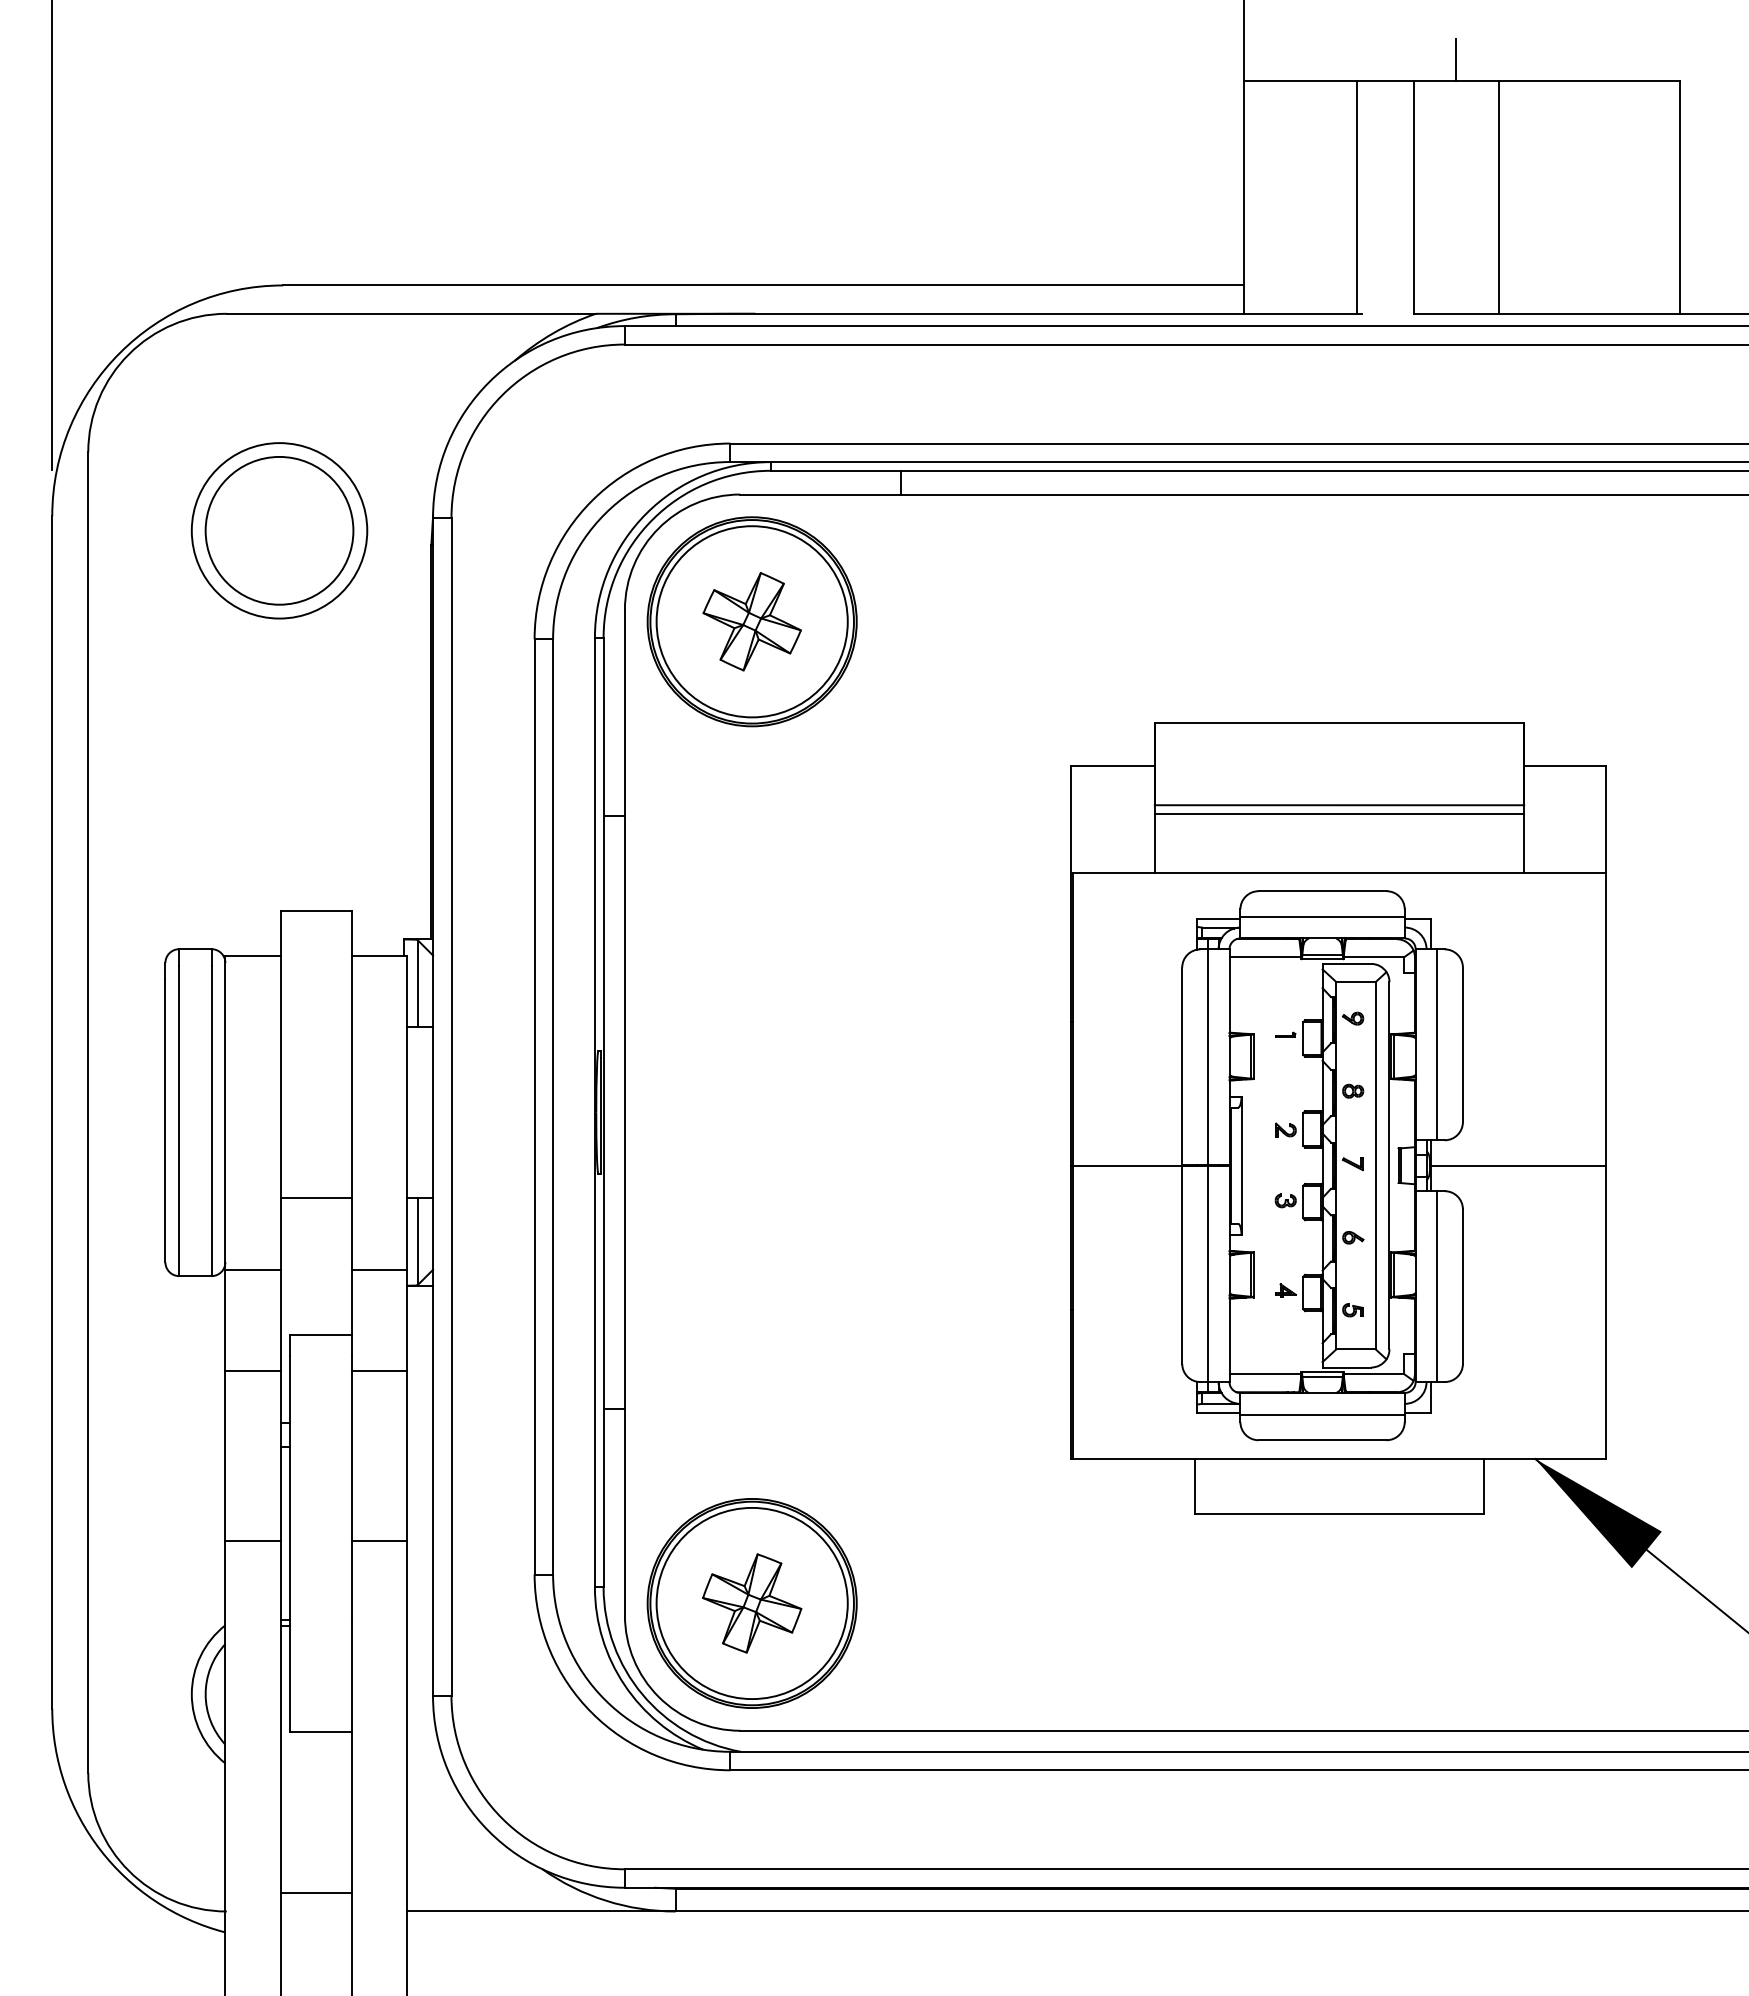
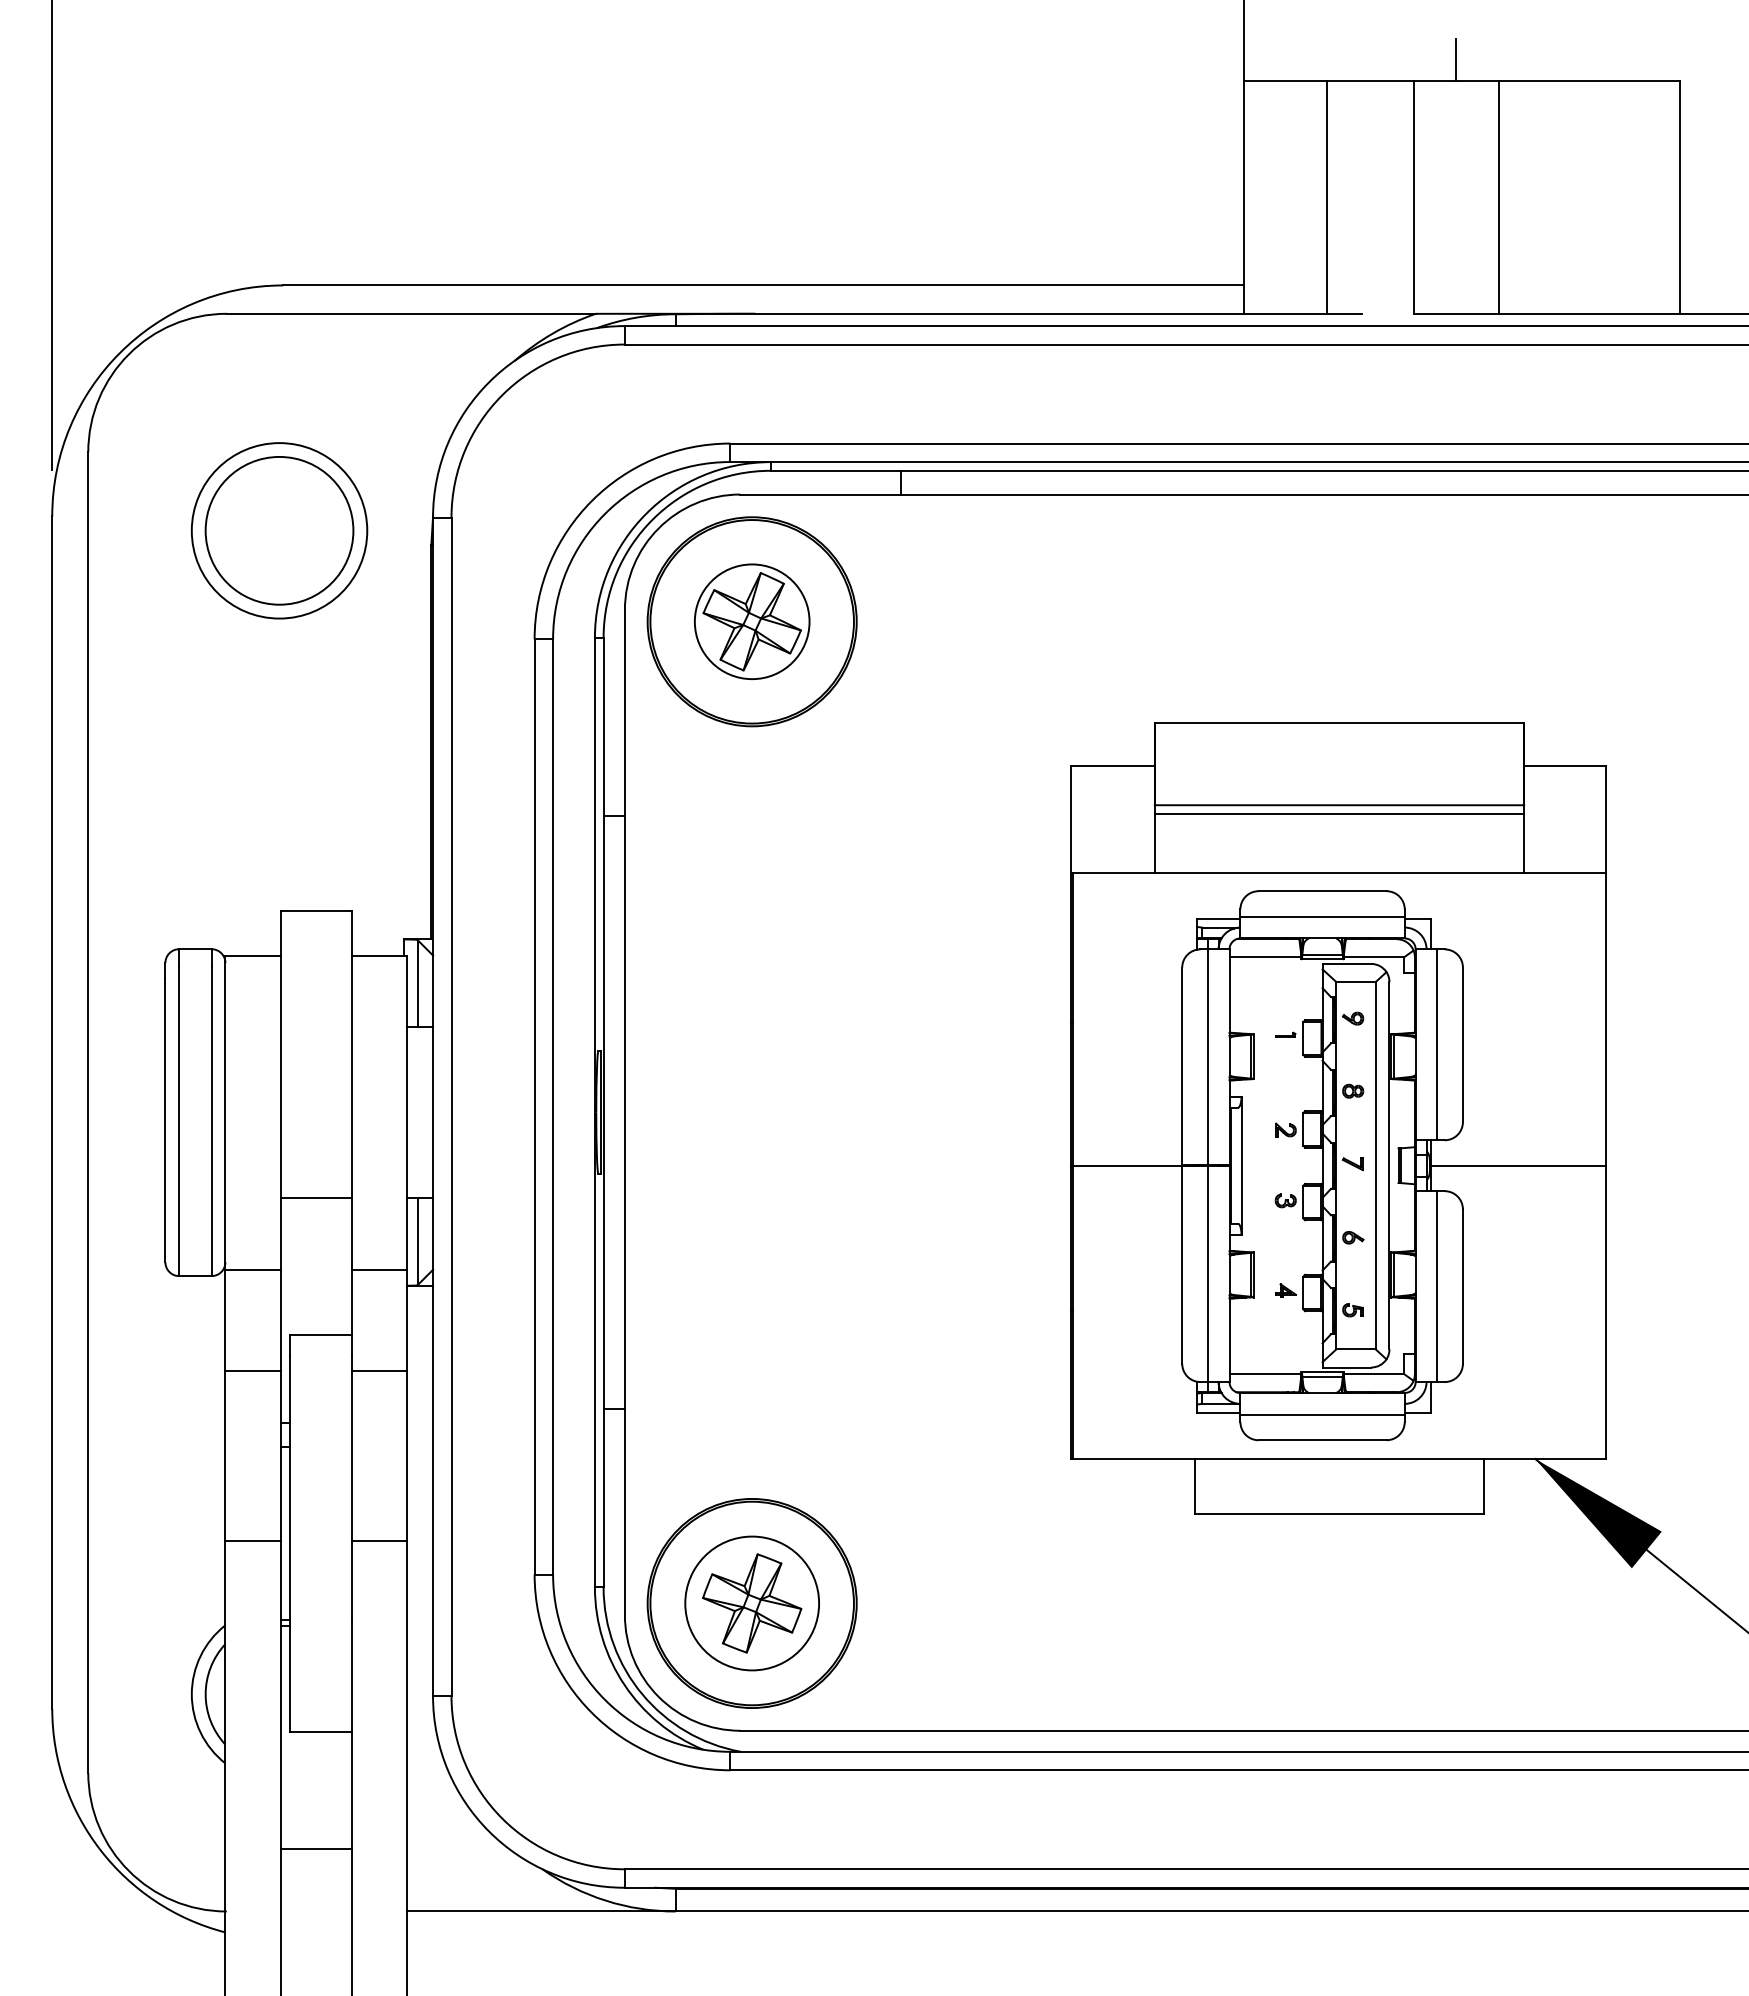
line at (1357, 197) position: (1357, 197) -> (1327, 197)
circle at (751, 621) diameter: 191 px -> 115 px
circle at (751, 1603) diameter: 191 px -> 134 px
line at (315, 1892) position: (315, 1892) -> (315, 1848)
